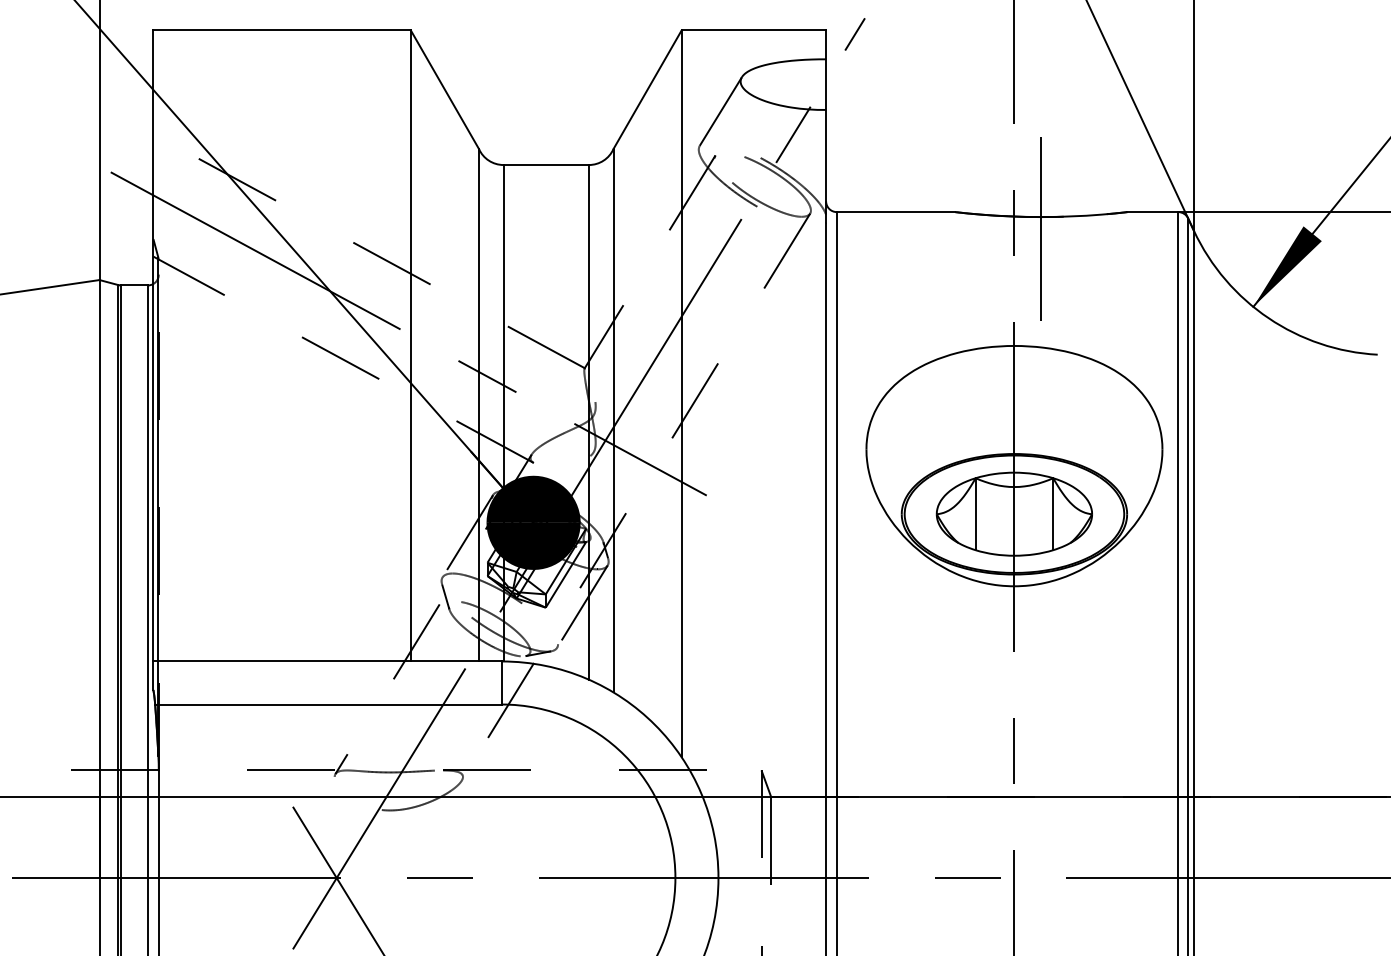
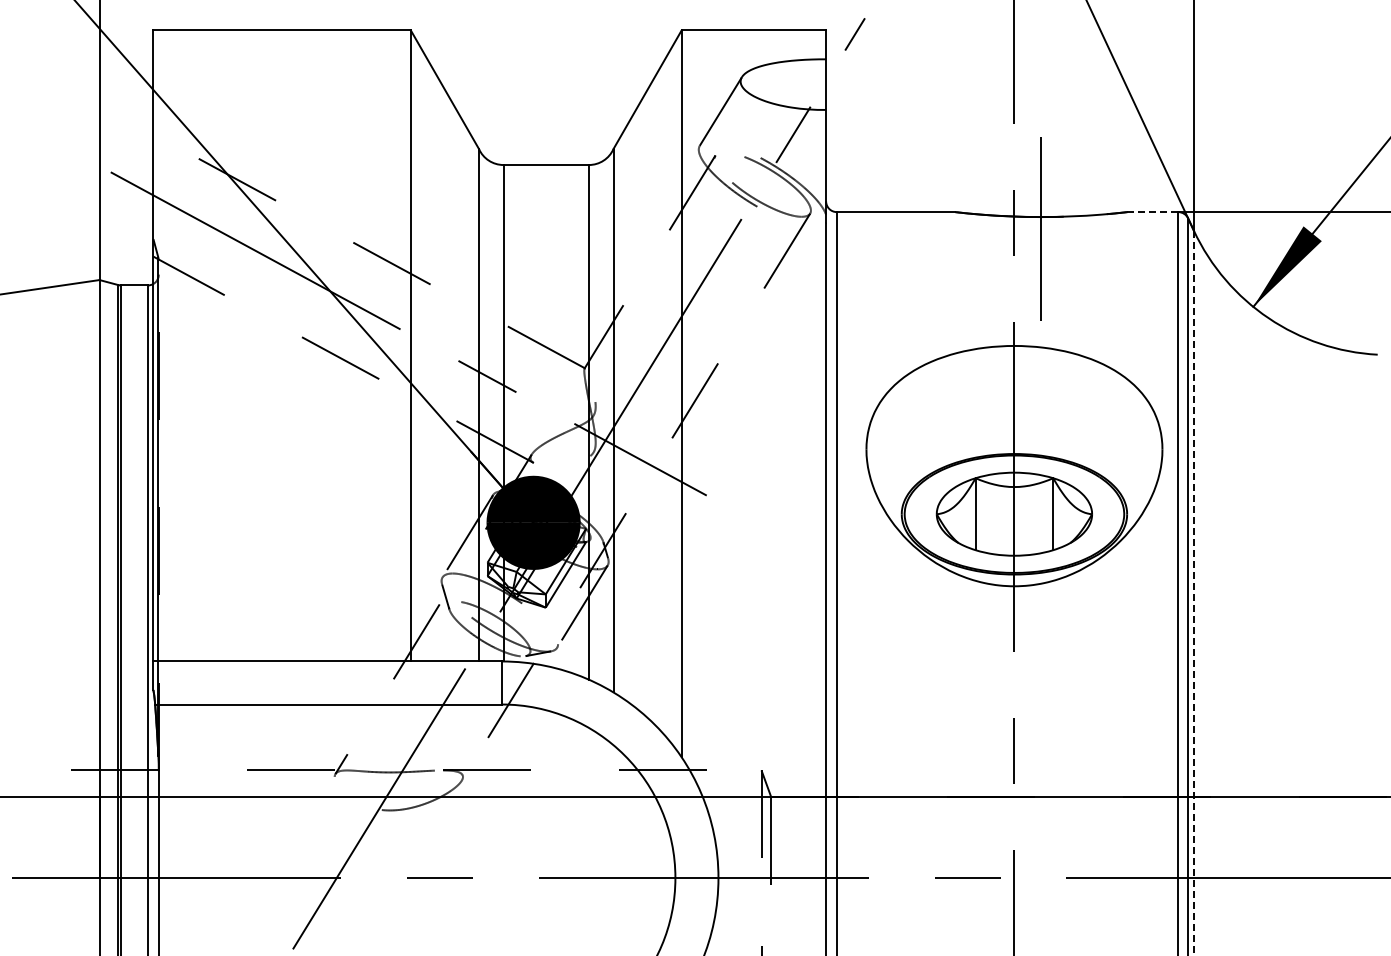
line at (1153, 212): solid -> dashed
line at (1193, 593): solid -> dashed
line at (337, 879): present -> none
